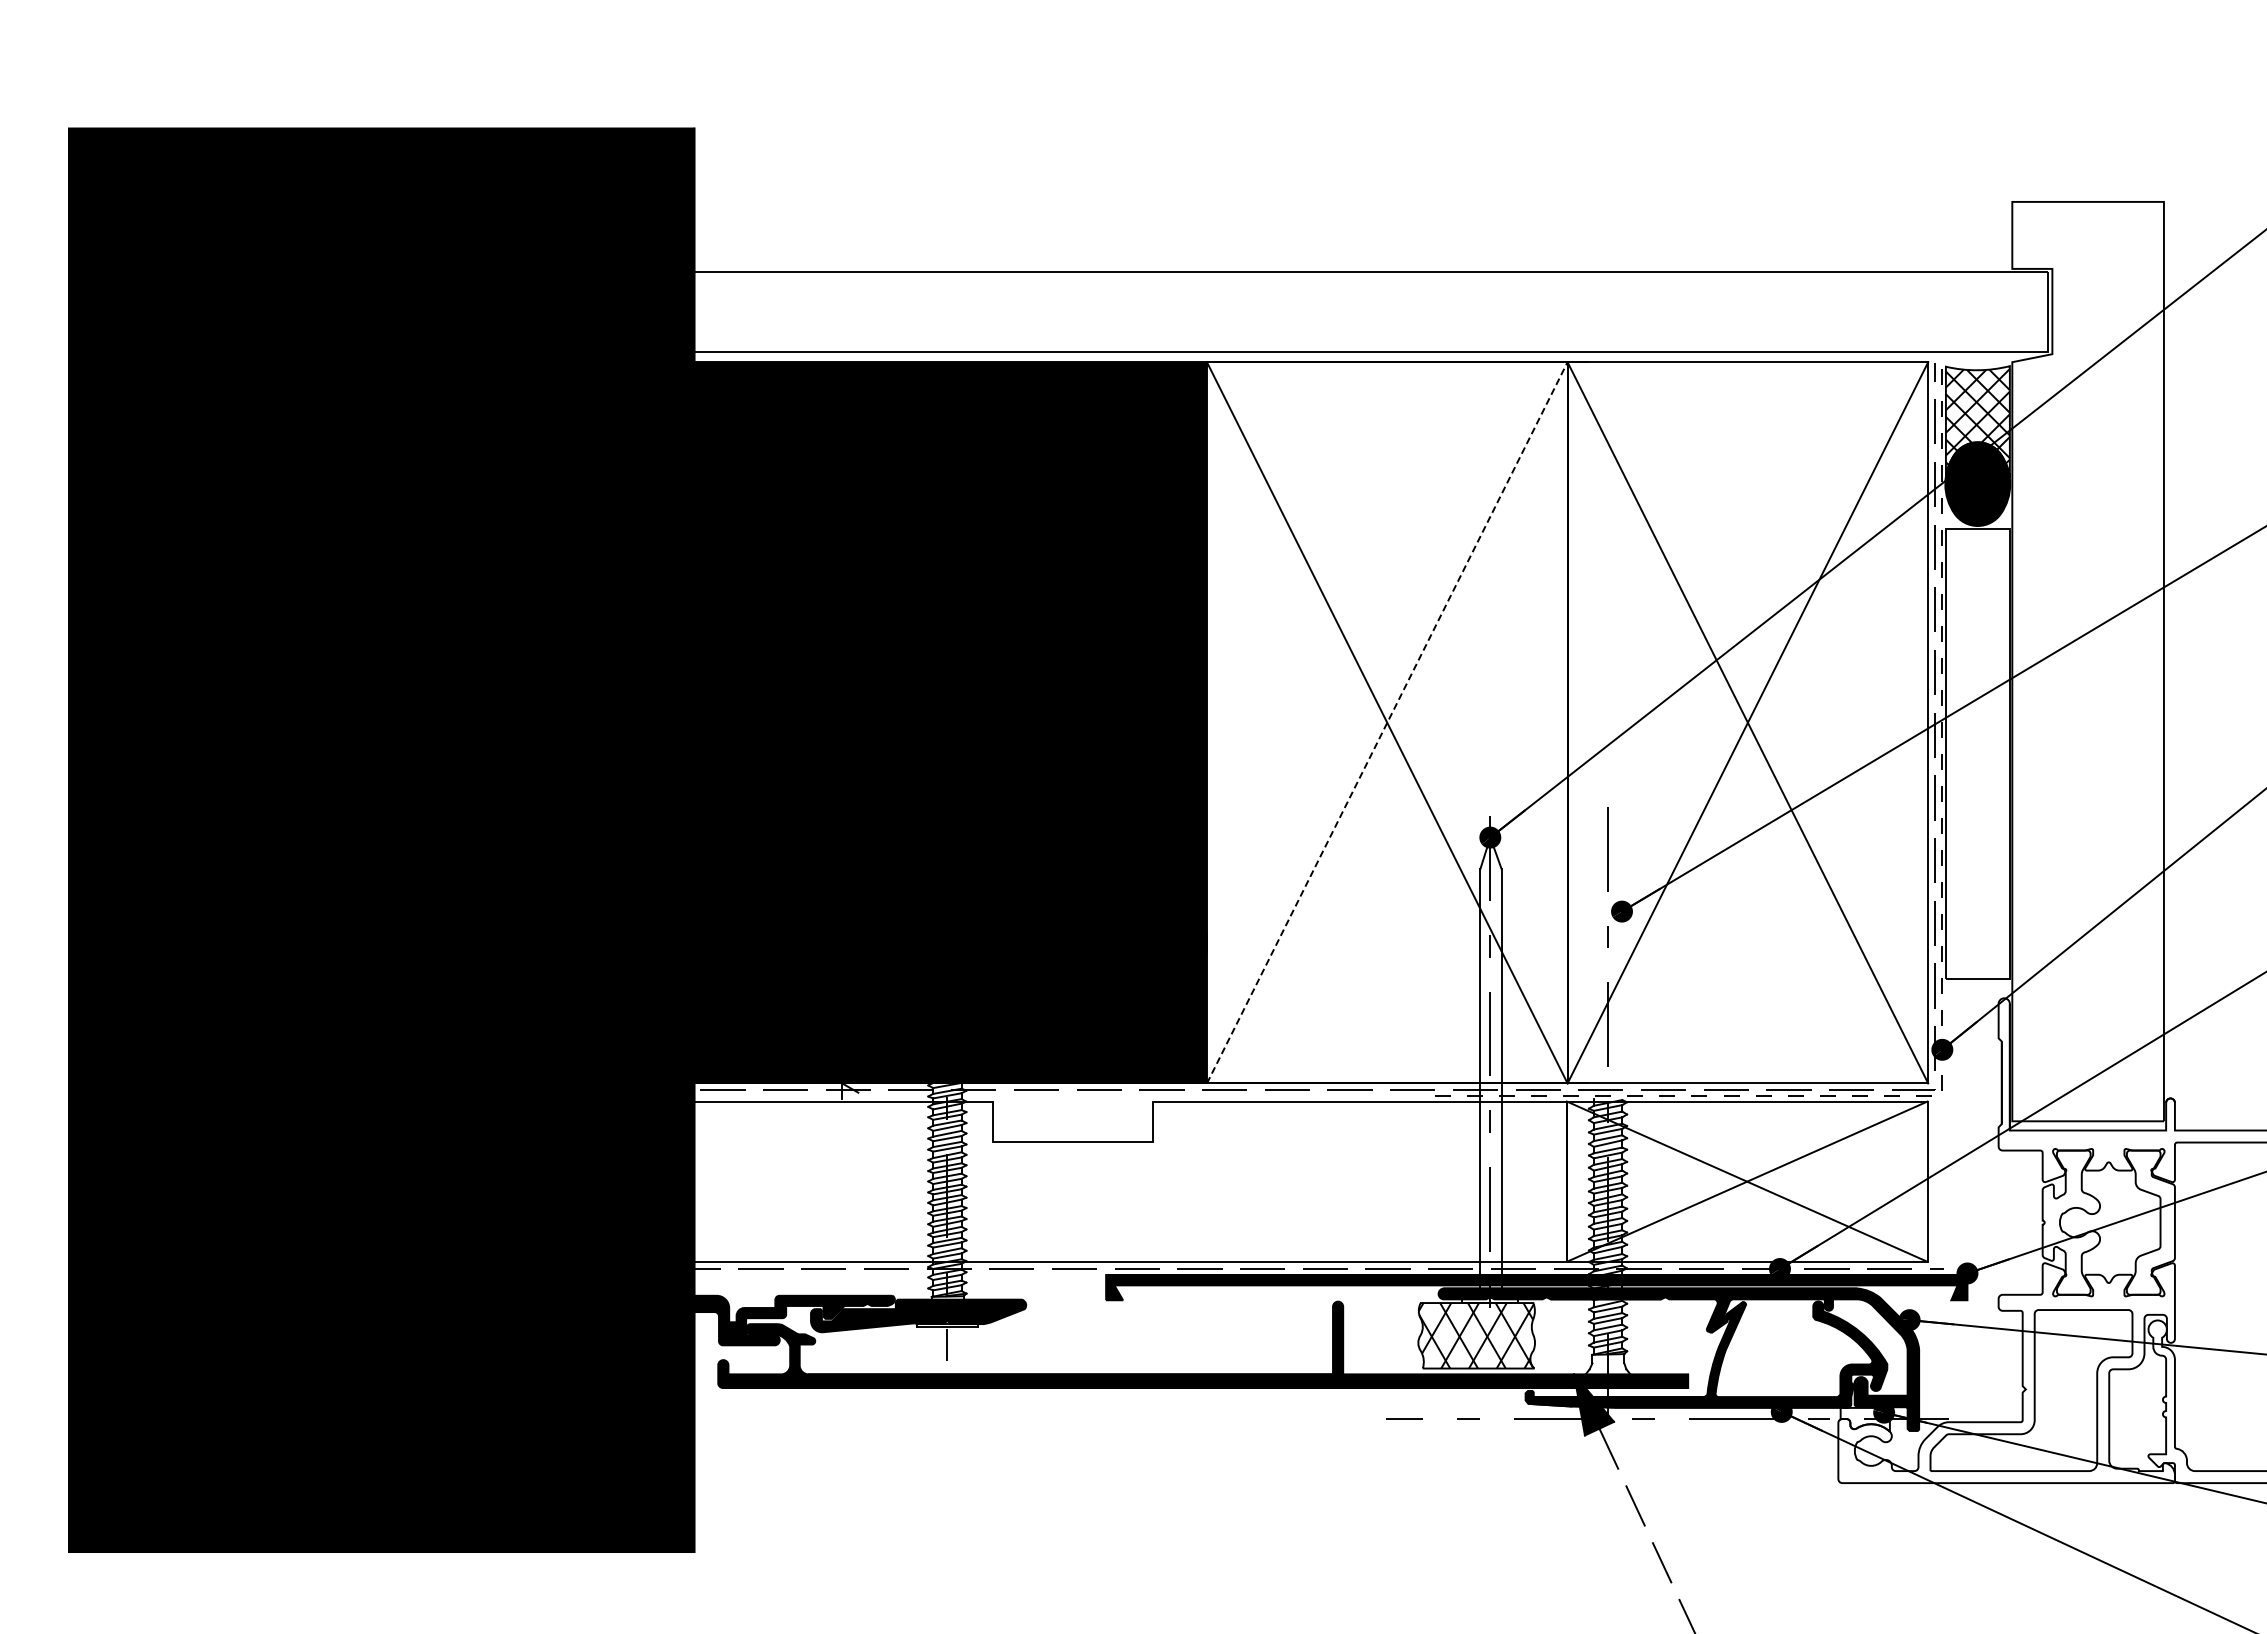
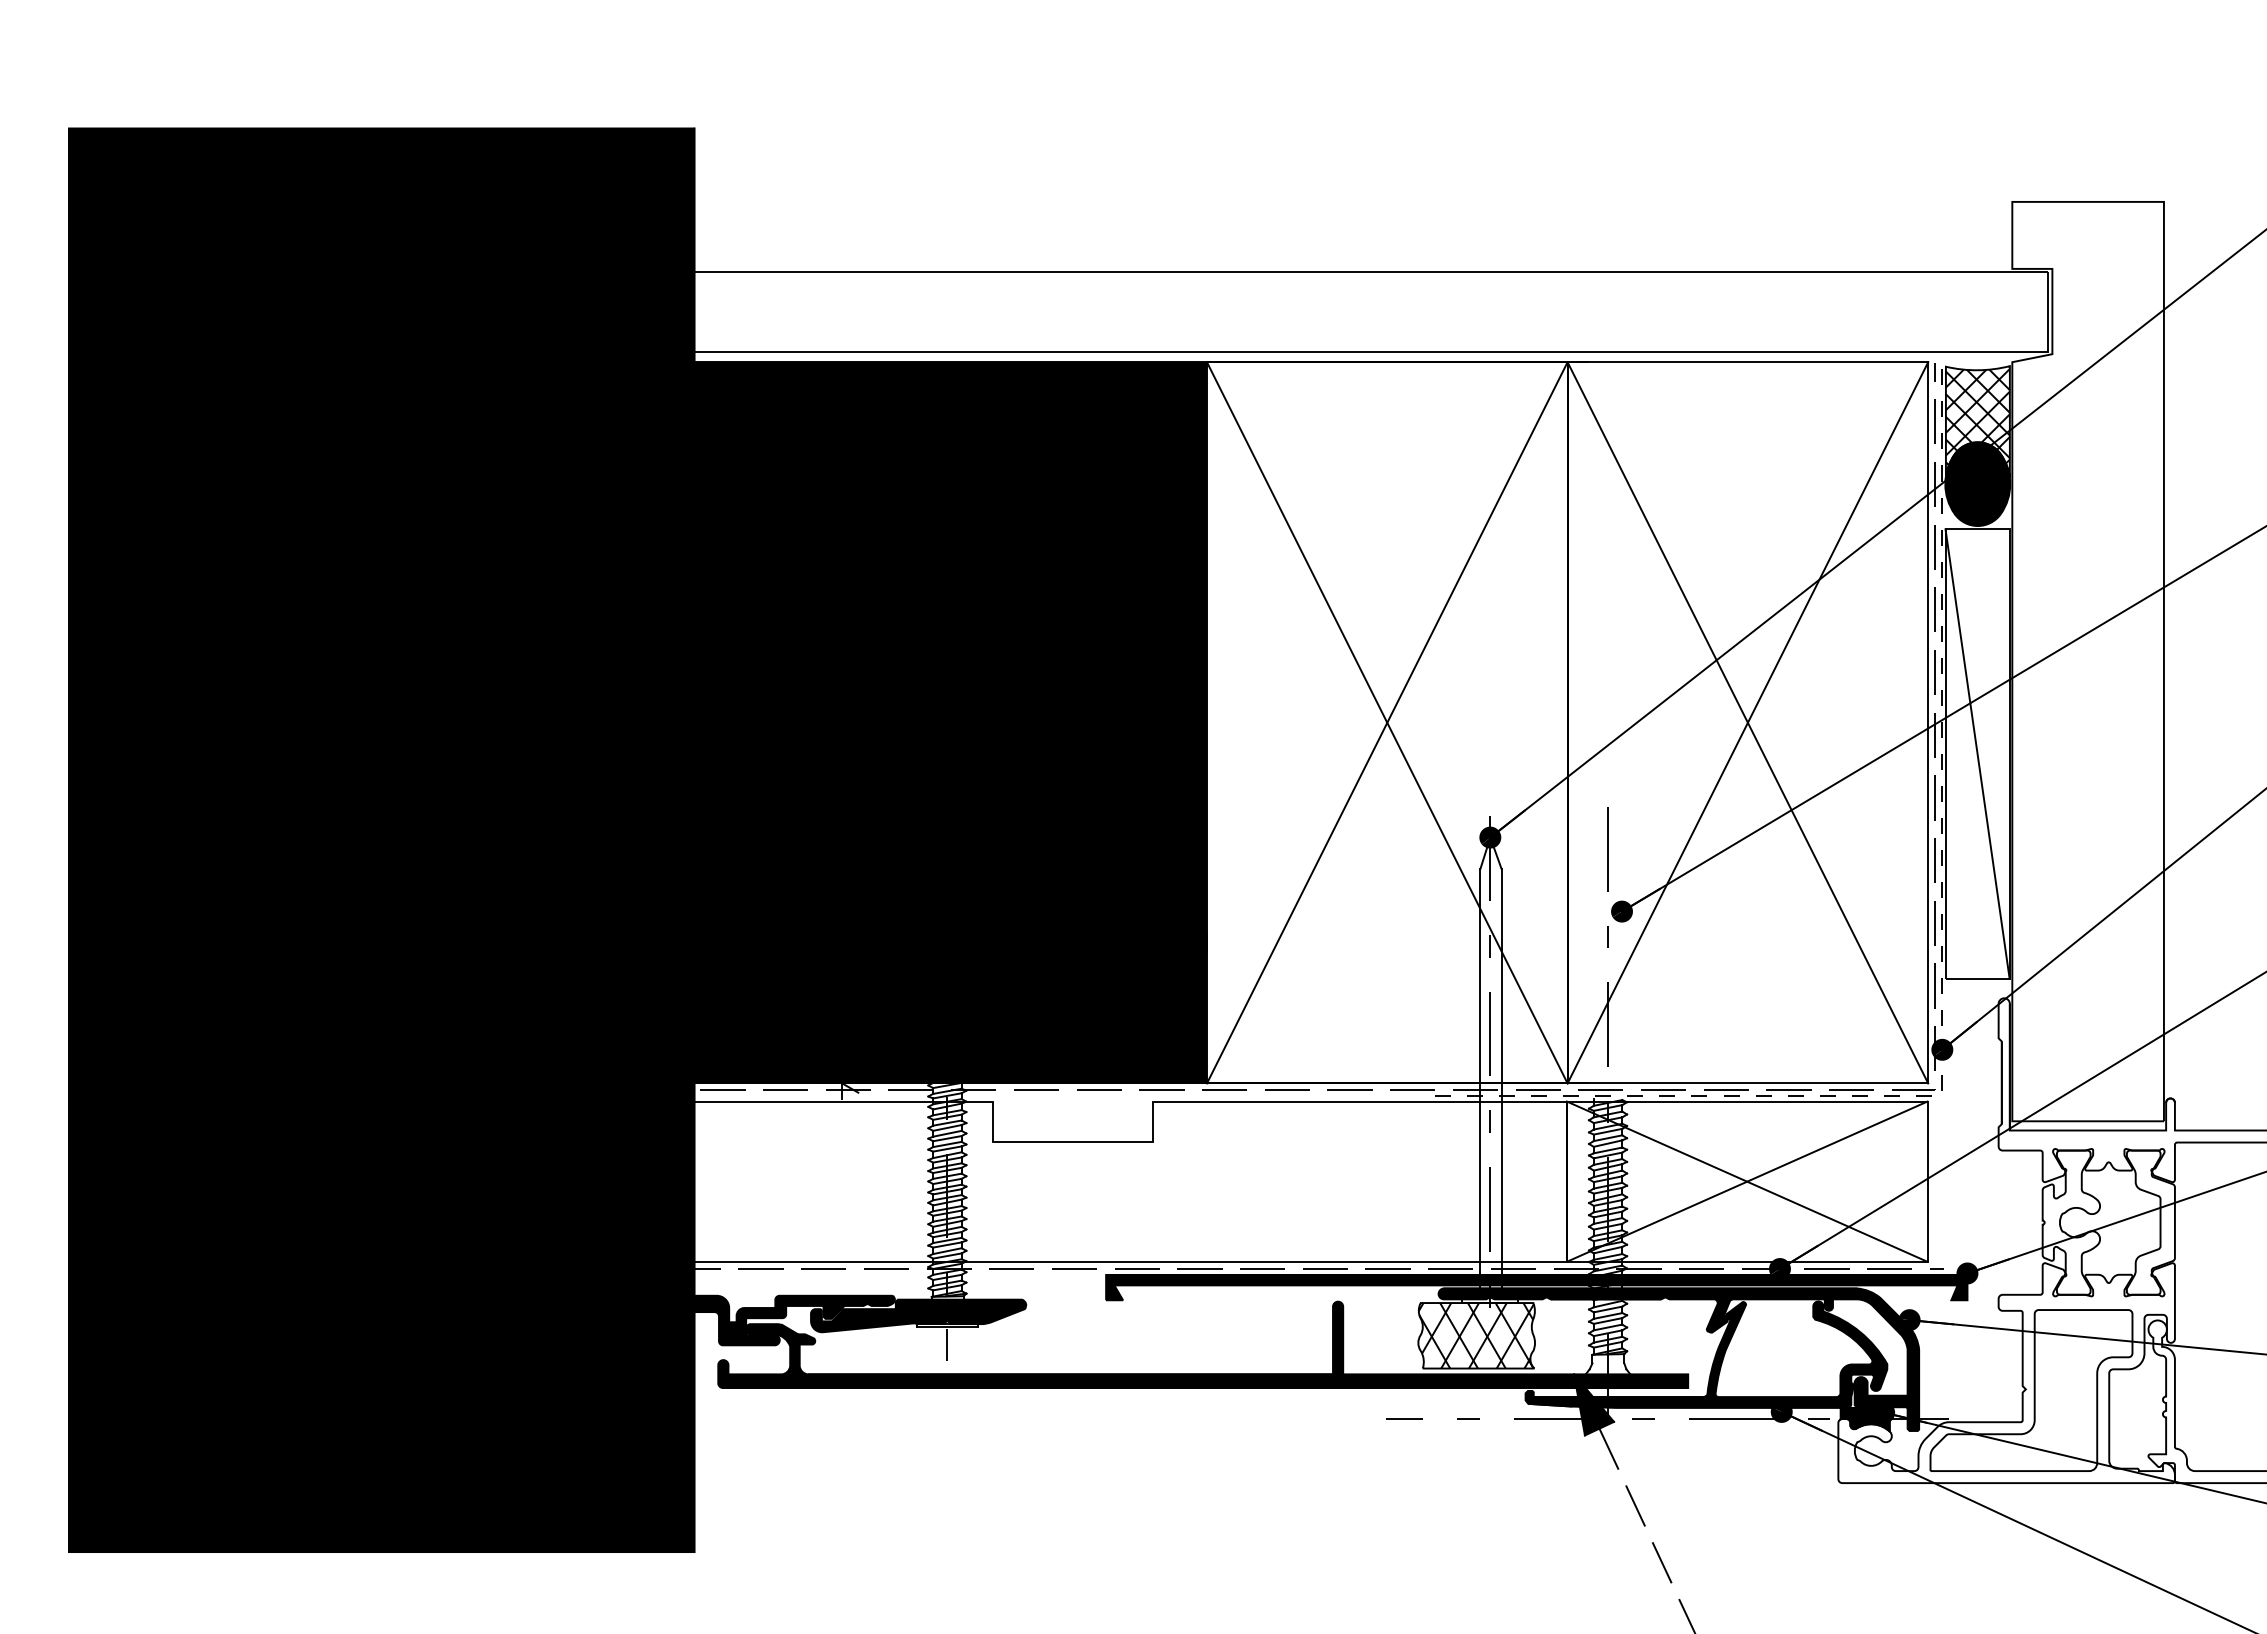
line at (1387, 722): dashed -> solid
line at (1977, 753): none -> present
fill at (1864, 1419): none -> present
